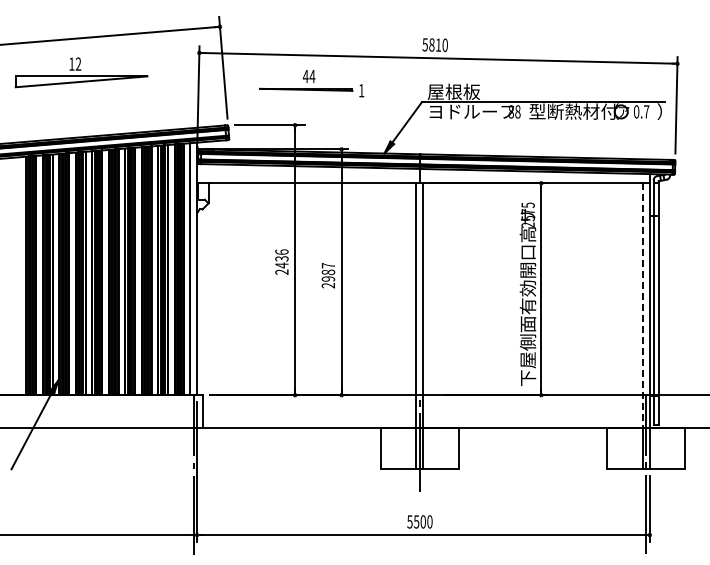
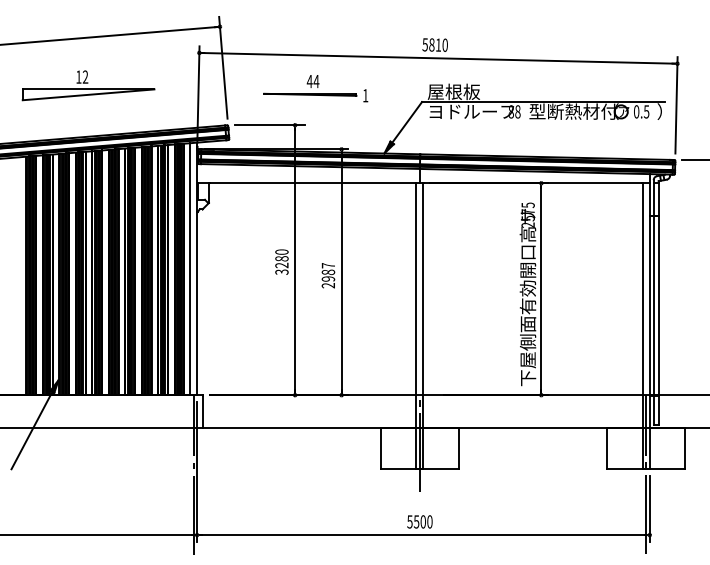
part at (81, 72) position: (81, 72) -> (88, 85)
part at (311, 83) position: (311, 83) -> (315, 88)
text at (646, 111): 0.7 -> 0.5
line at (693, 160): none -> present
text at (281, 261): 2436 -> 3280
line at (642, 305): dashed -> solid
